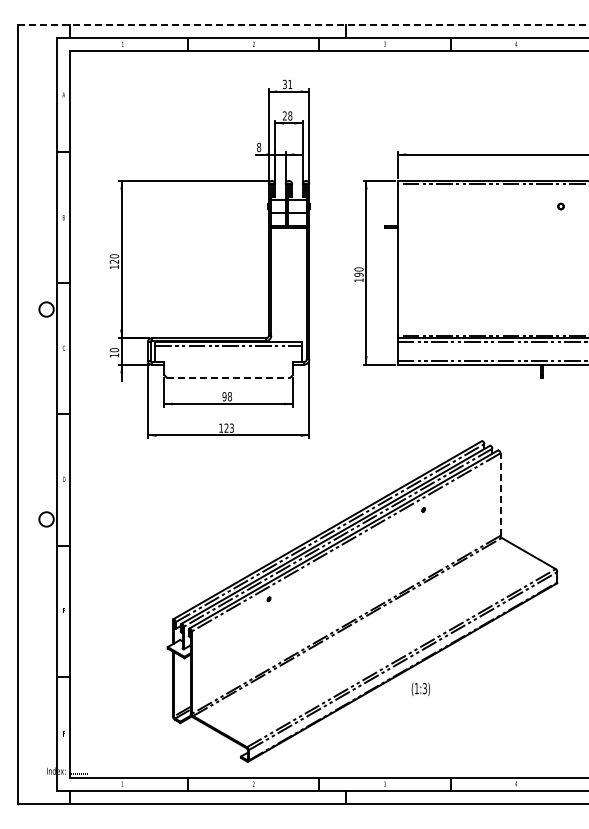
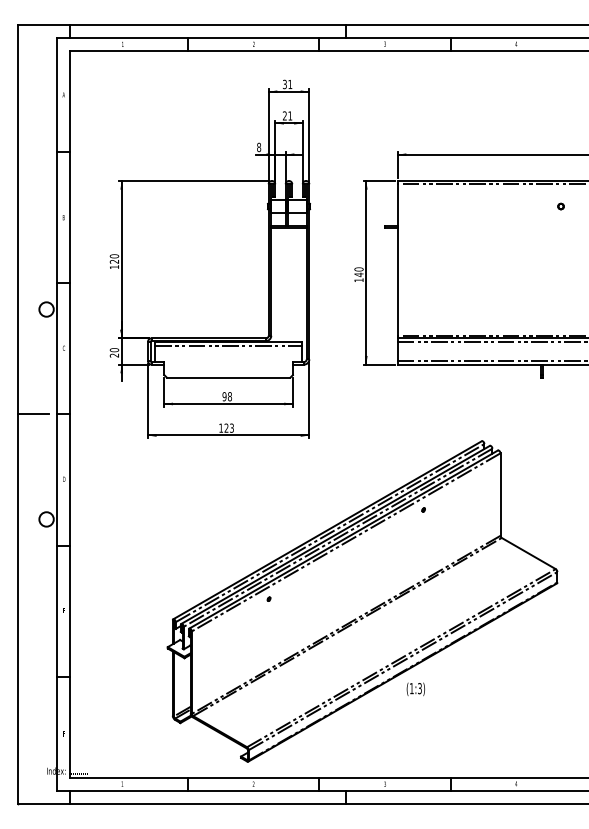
line at (303, 24): dashed -> solid
text at (290, 115): 28 -> 21
text at (358, 274): 190 -> 140
text at (113, 355): 10 -> 20
line at (228, 377): dashed -> solid
line at (33, 414): none -> present
line at (500, 494): dashed -> solid
text at (420, 689) position: (420, 689) -> (415, 689)
